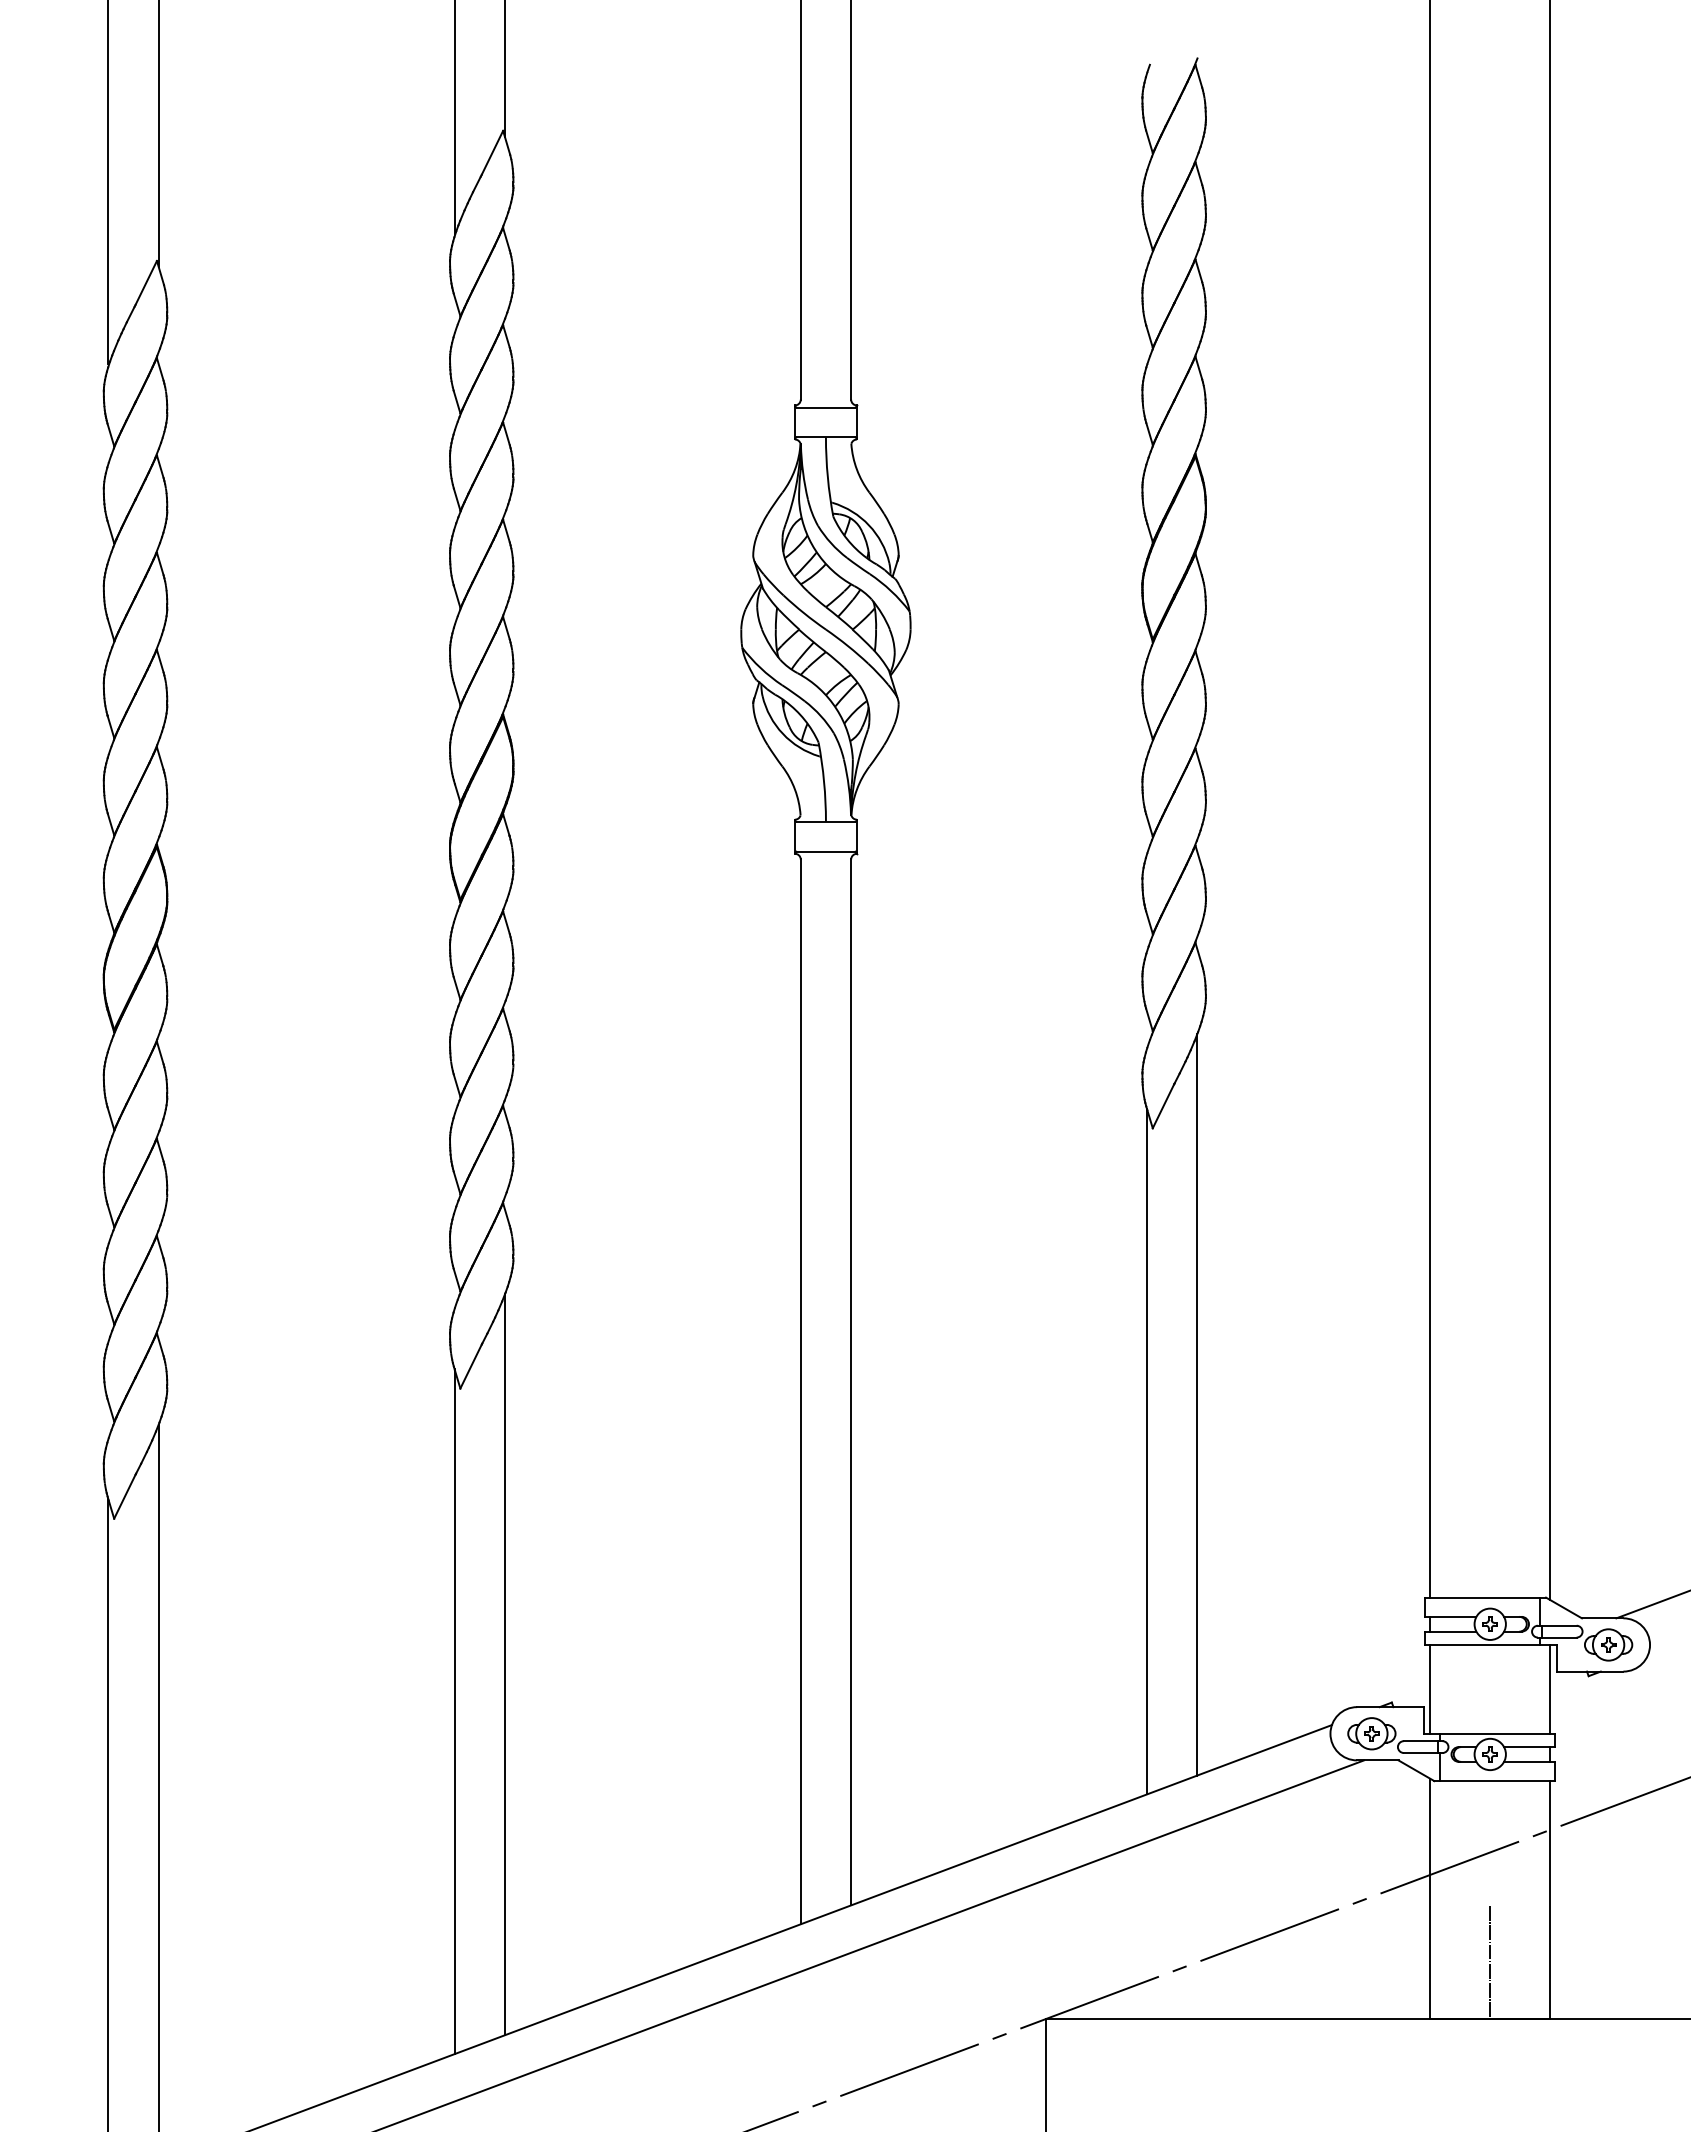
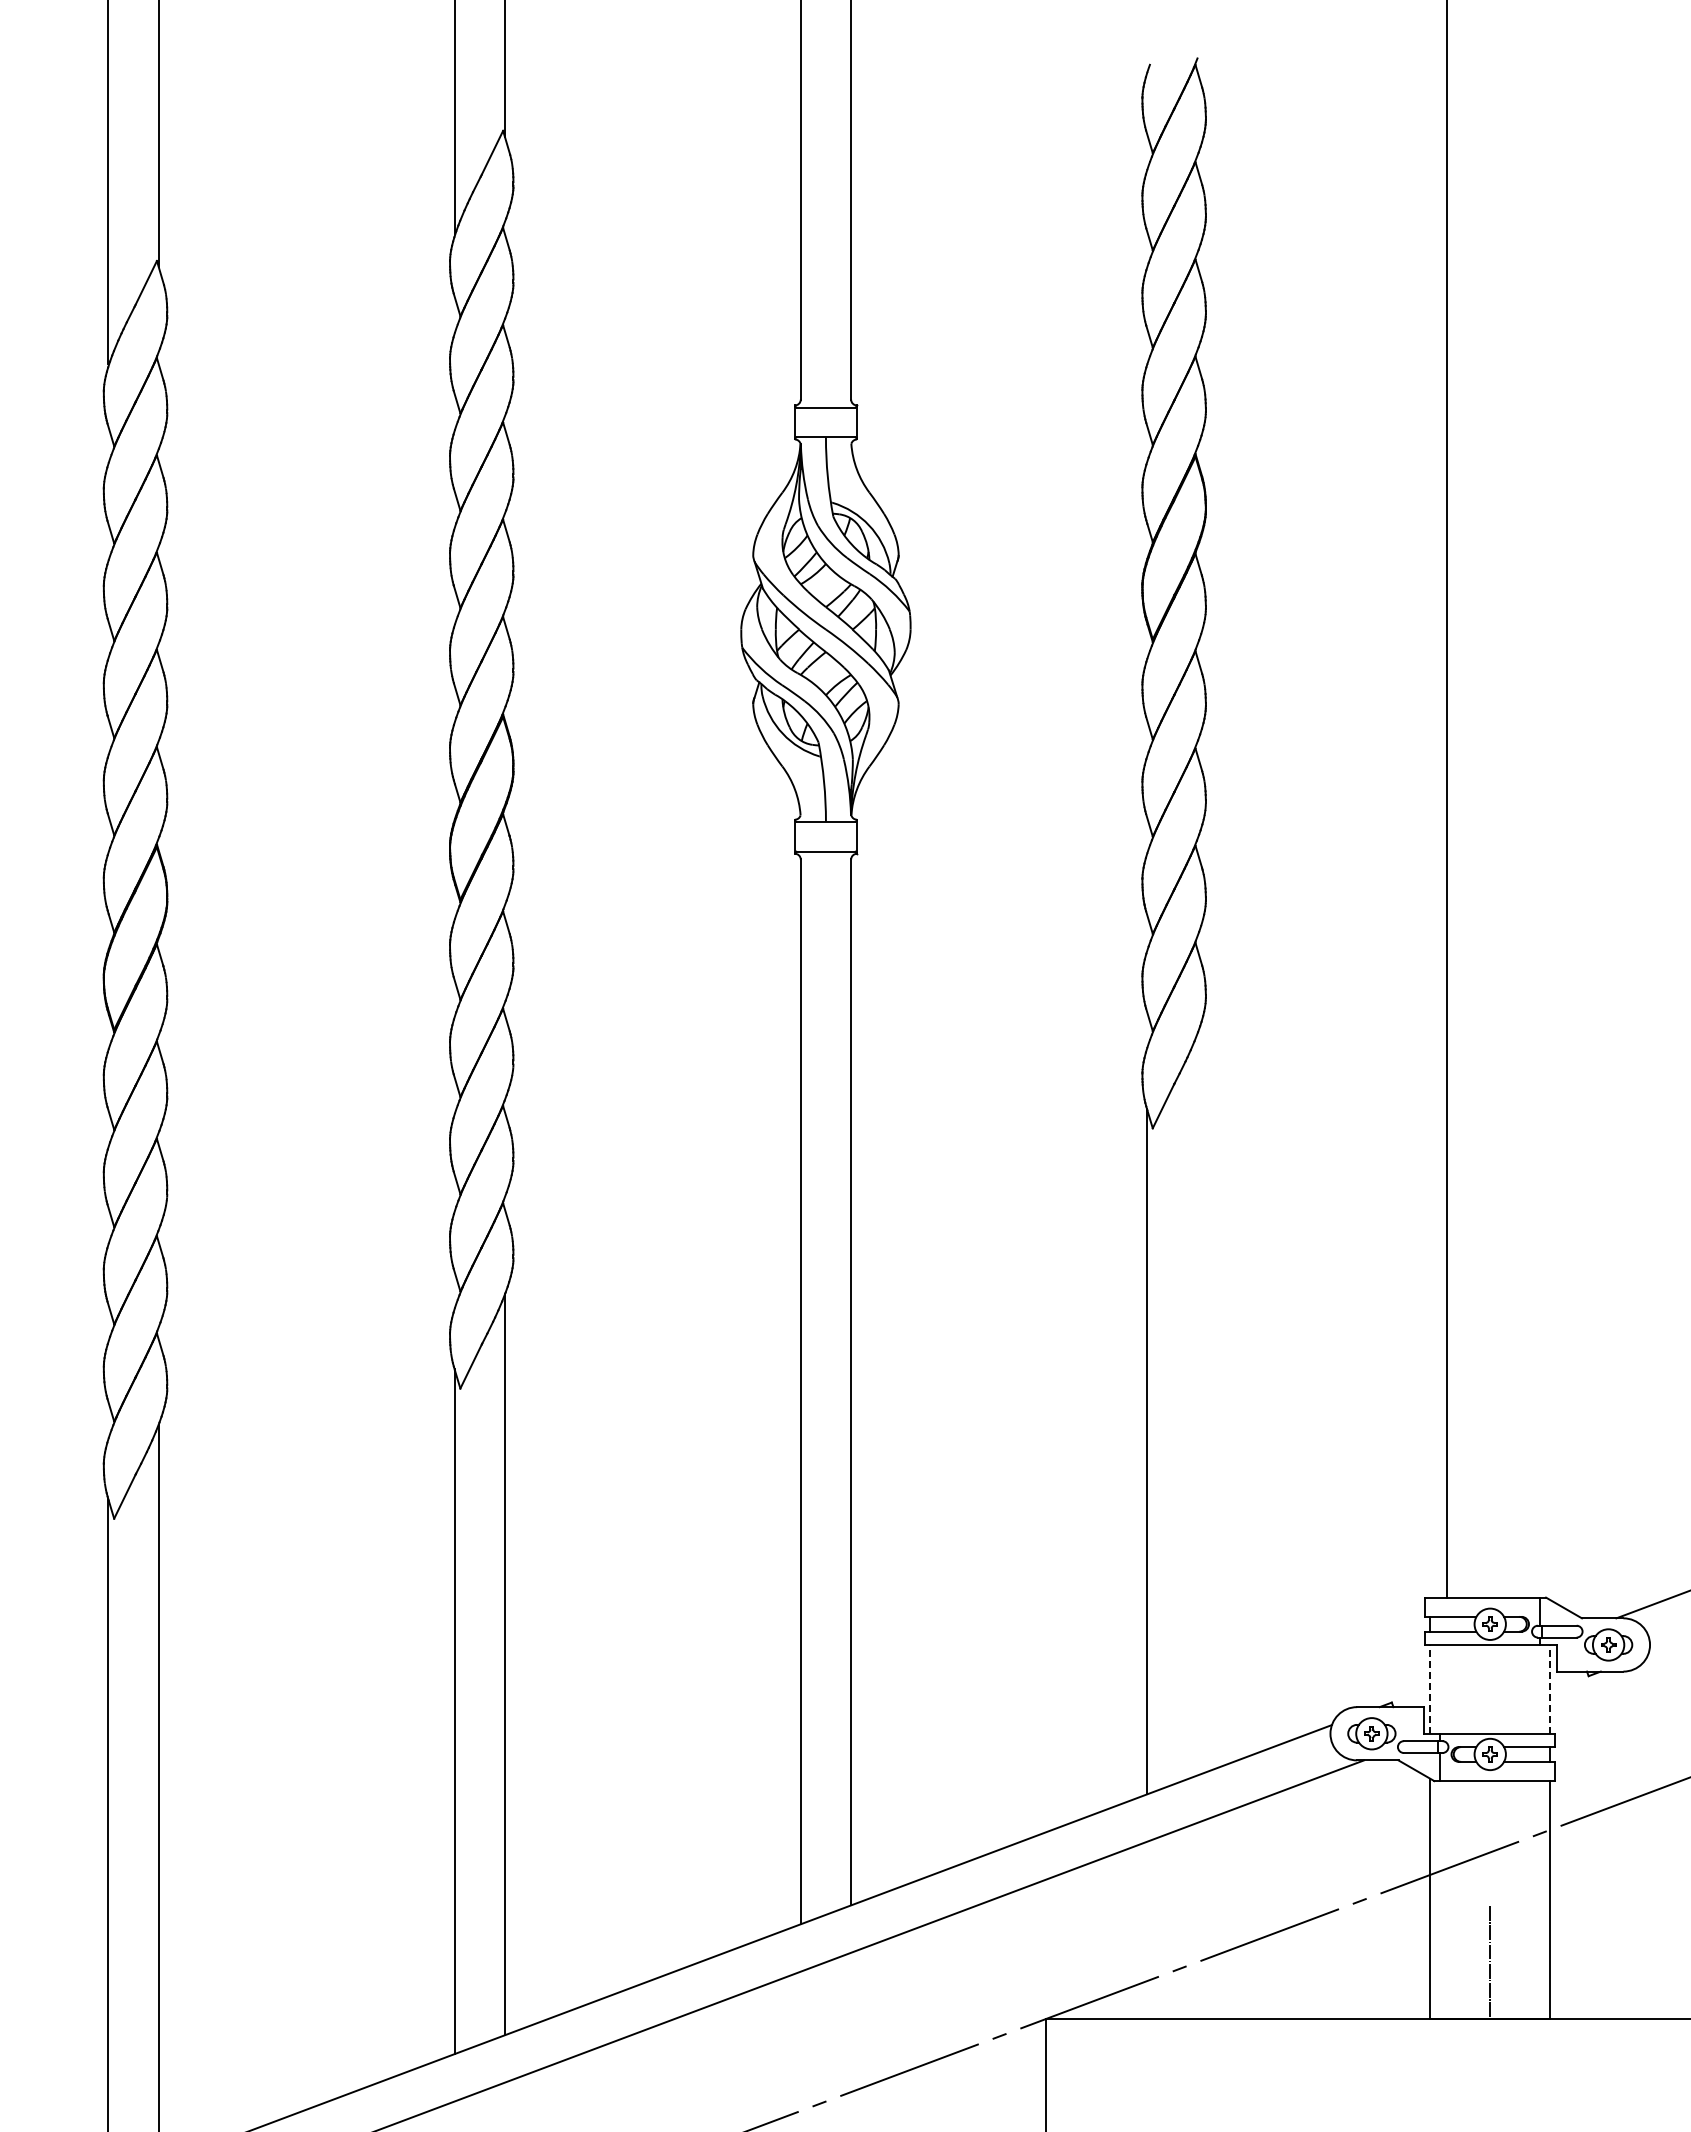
line at (1430, 799) position: (1430, 799) -> (1447, 799)
line at (1550, 801): present -> none
line at (1197, 1404): present -> none
line at (1430, 1688): solid -> dashed
line at (1550, 1688): solid -> dashed
